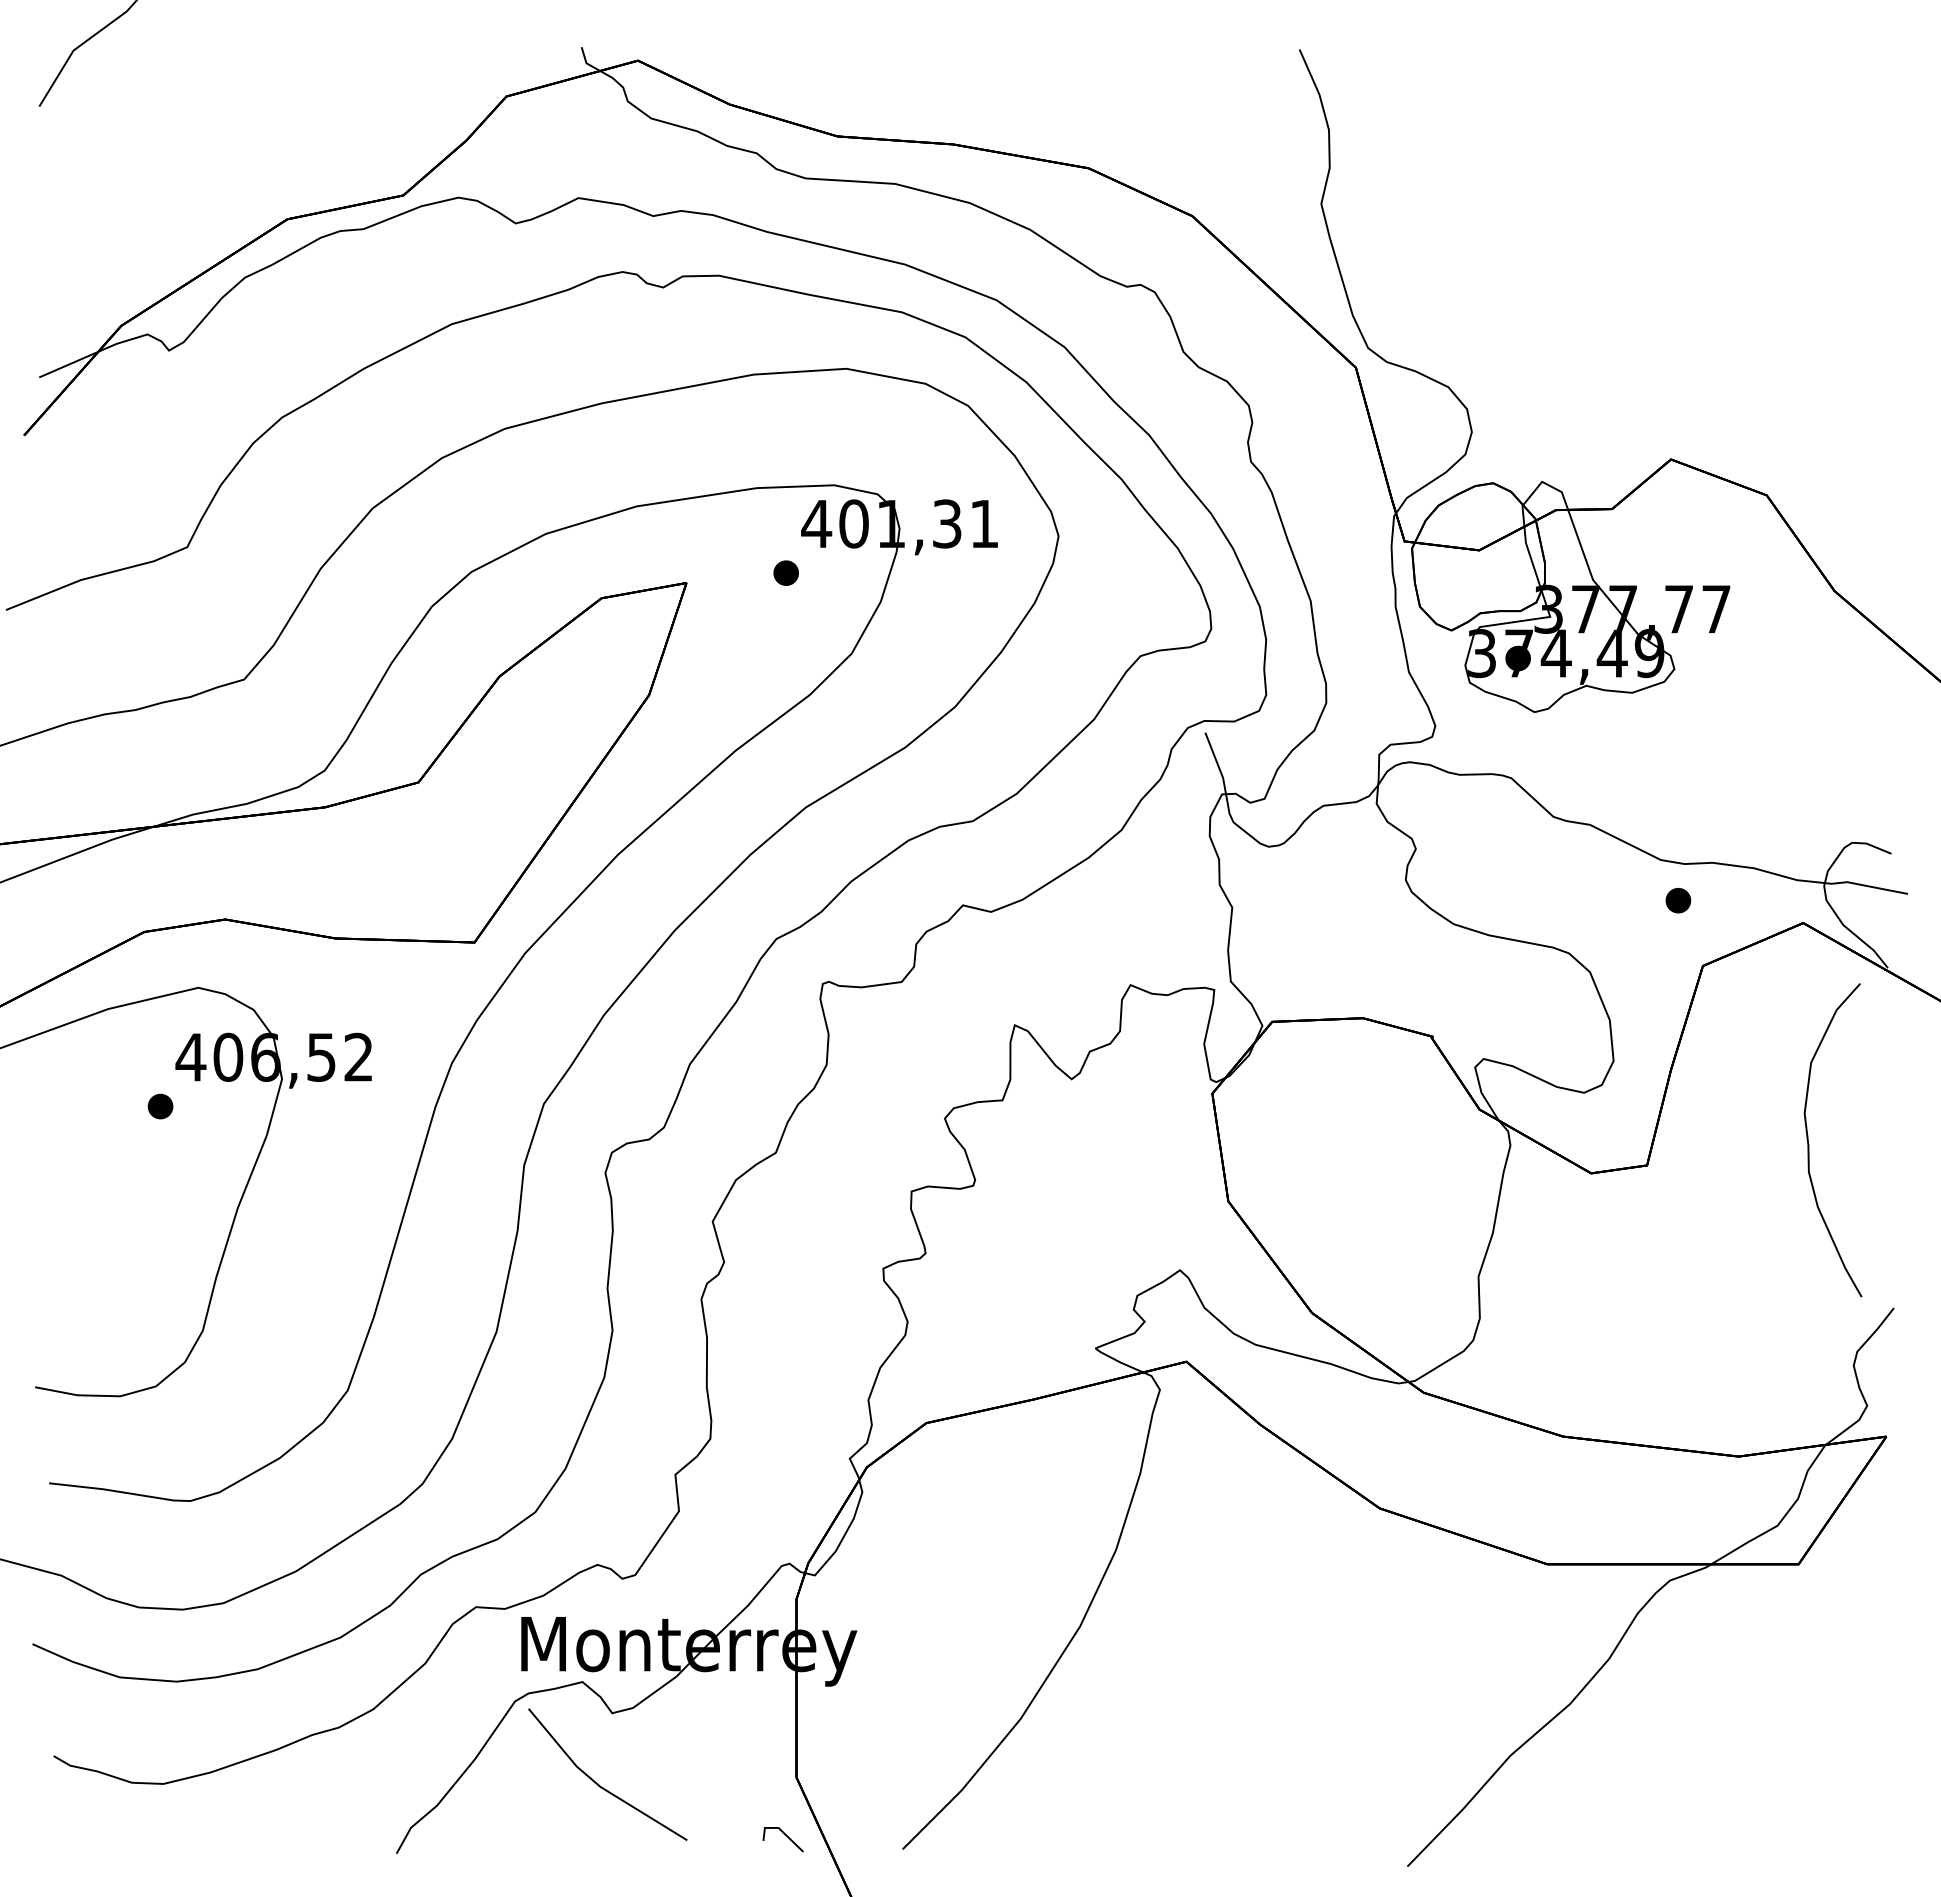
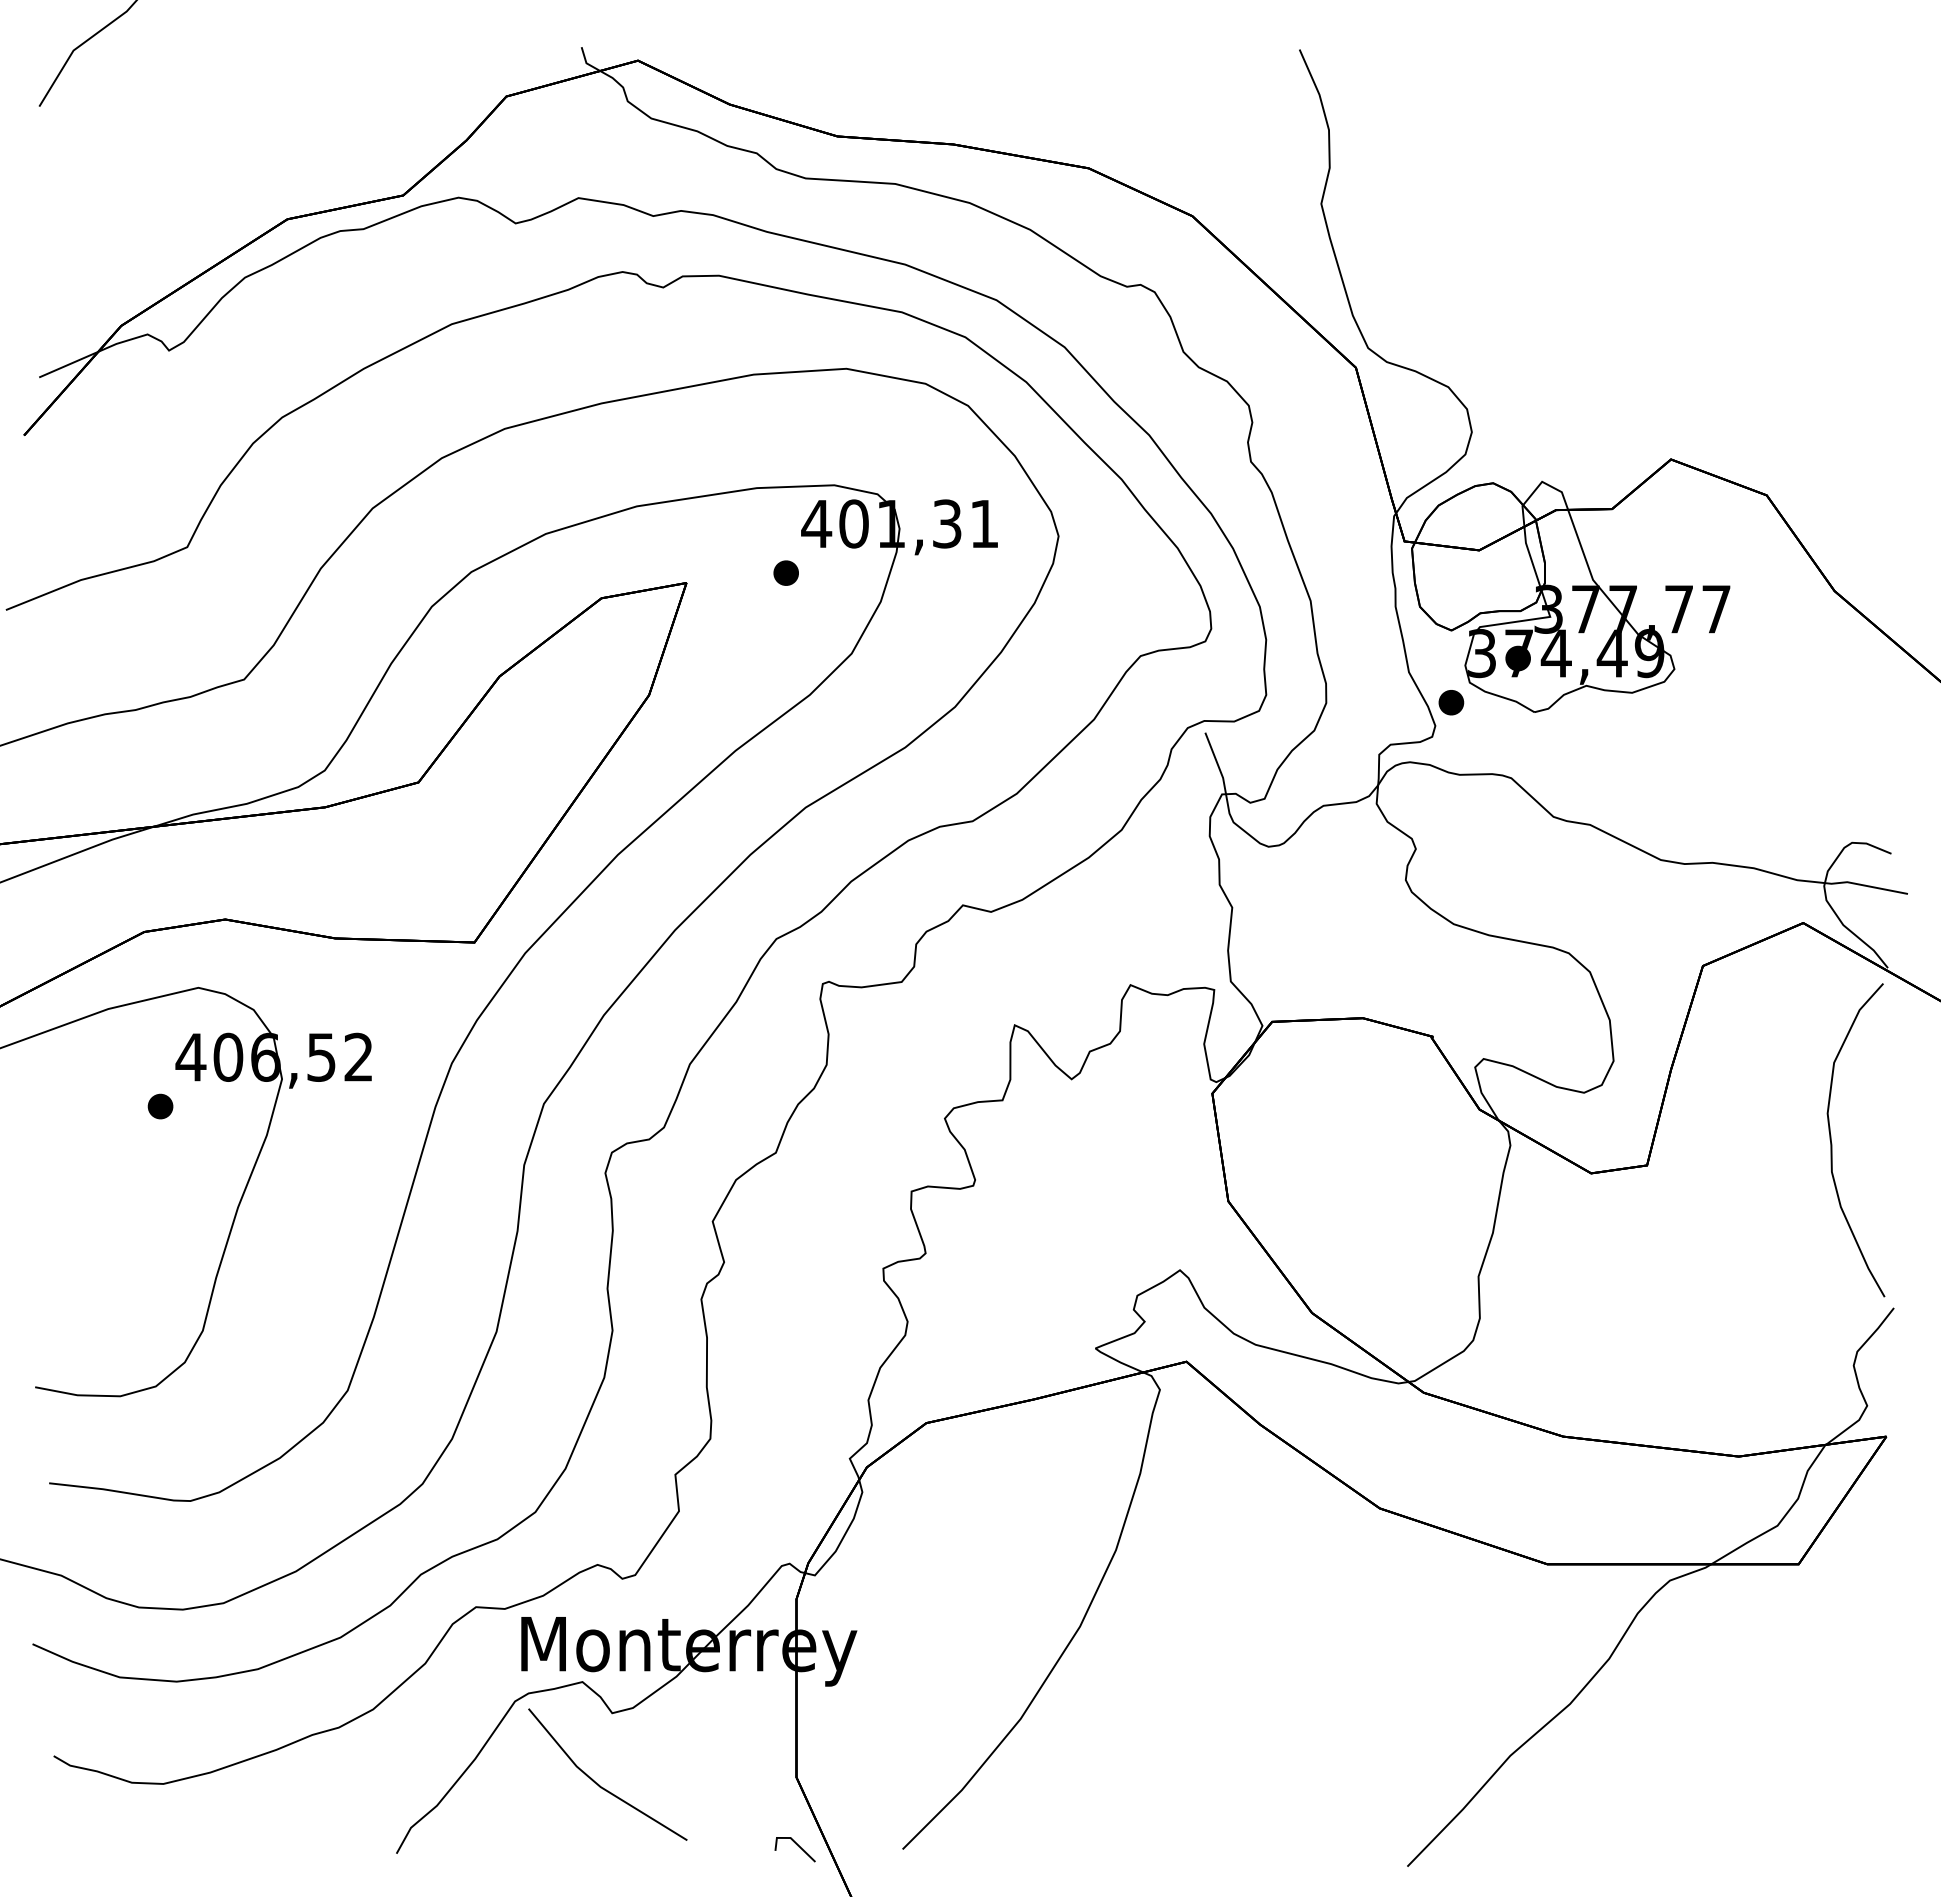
part at (1678, 900) position: (1678, 900) -> (1451, 702)
curve at (1809, 1143) position: (1809, 1143) -> (1832, 1143)
line at (785, 1835) position: (785, 1835) -> (797, 1845)
